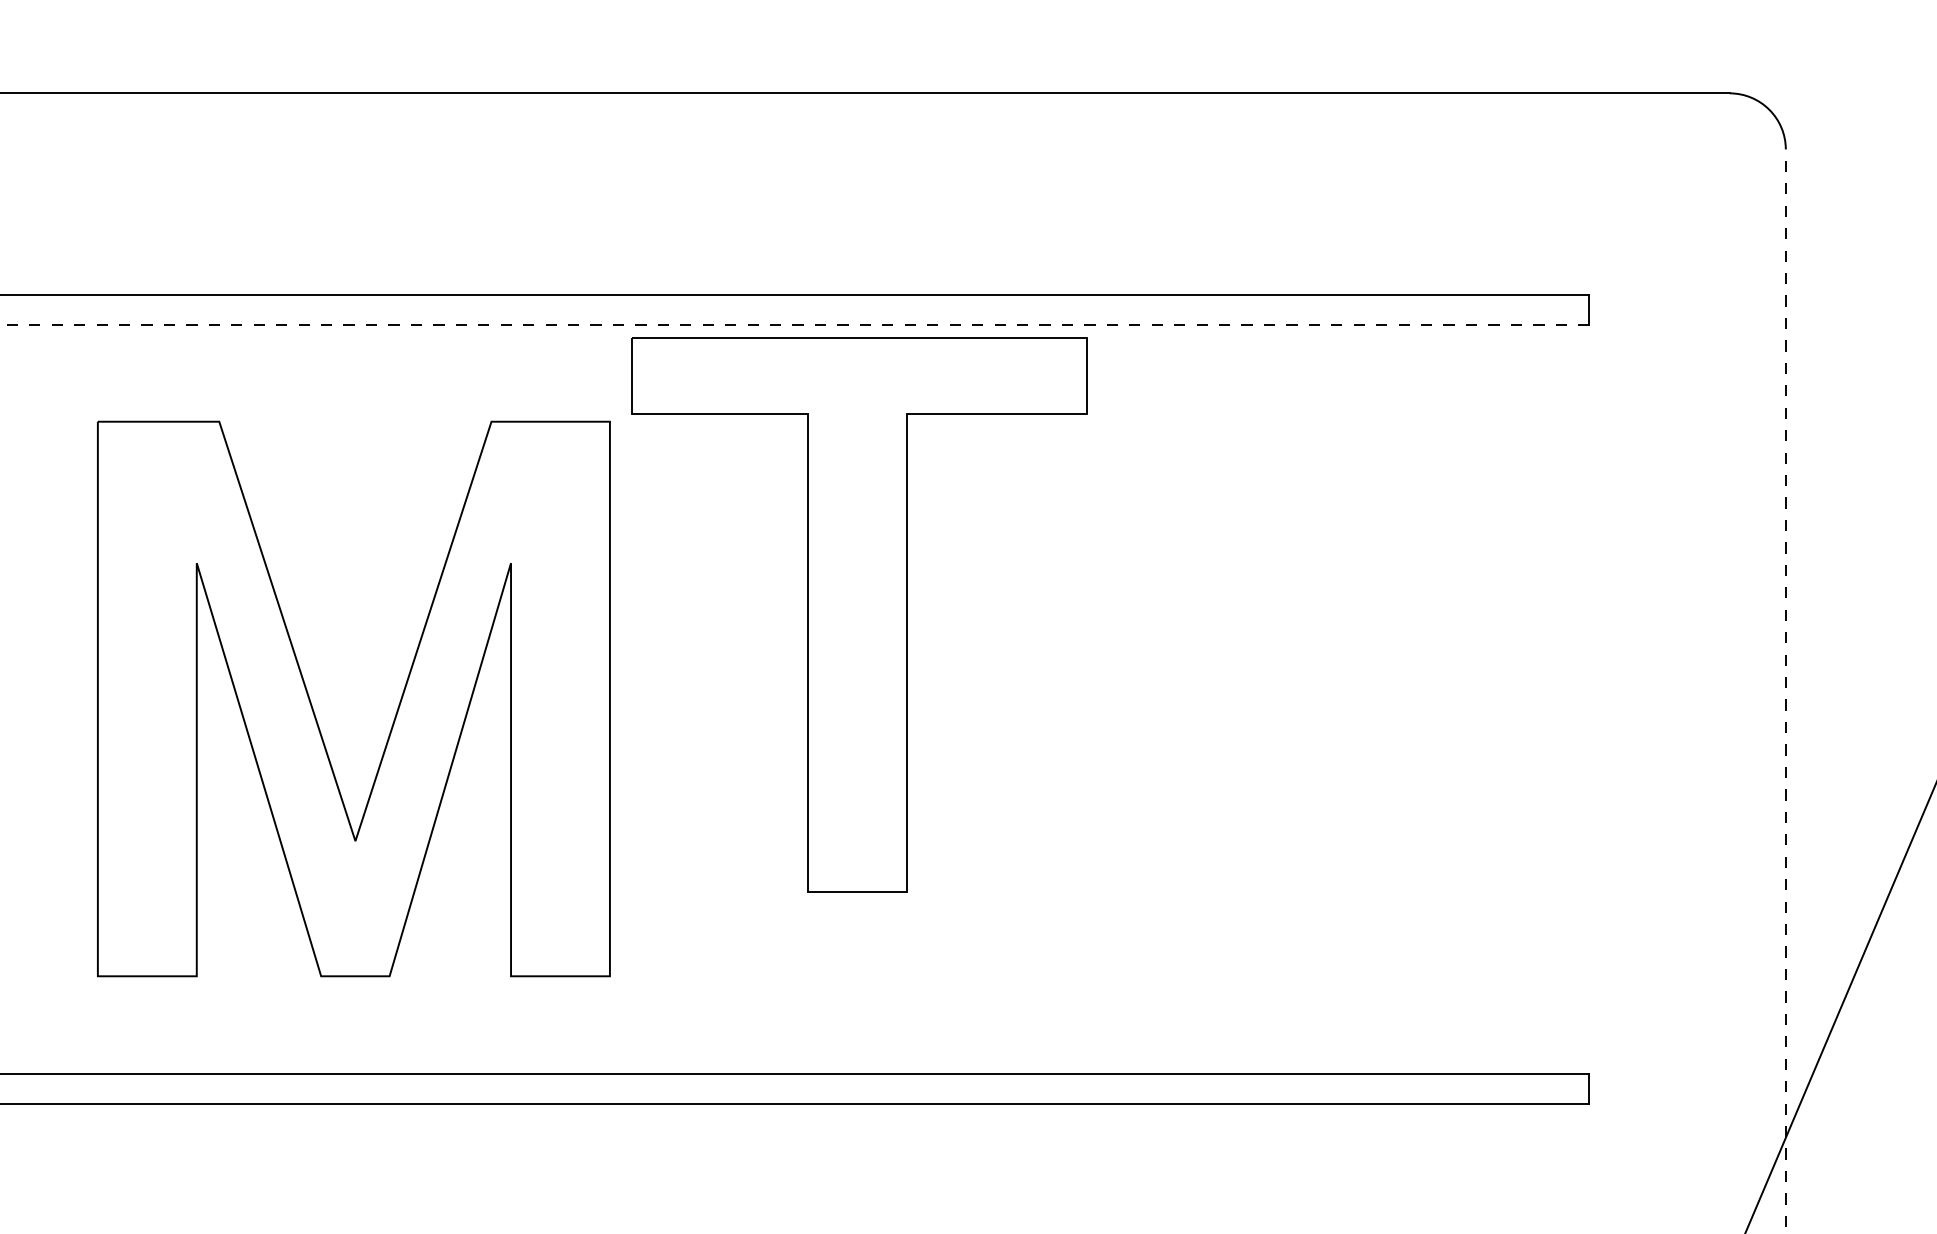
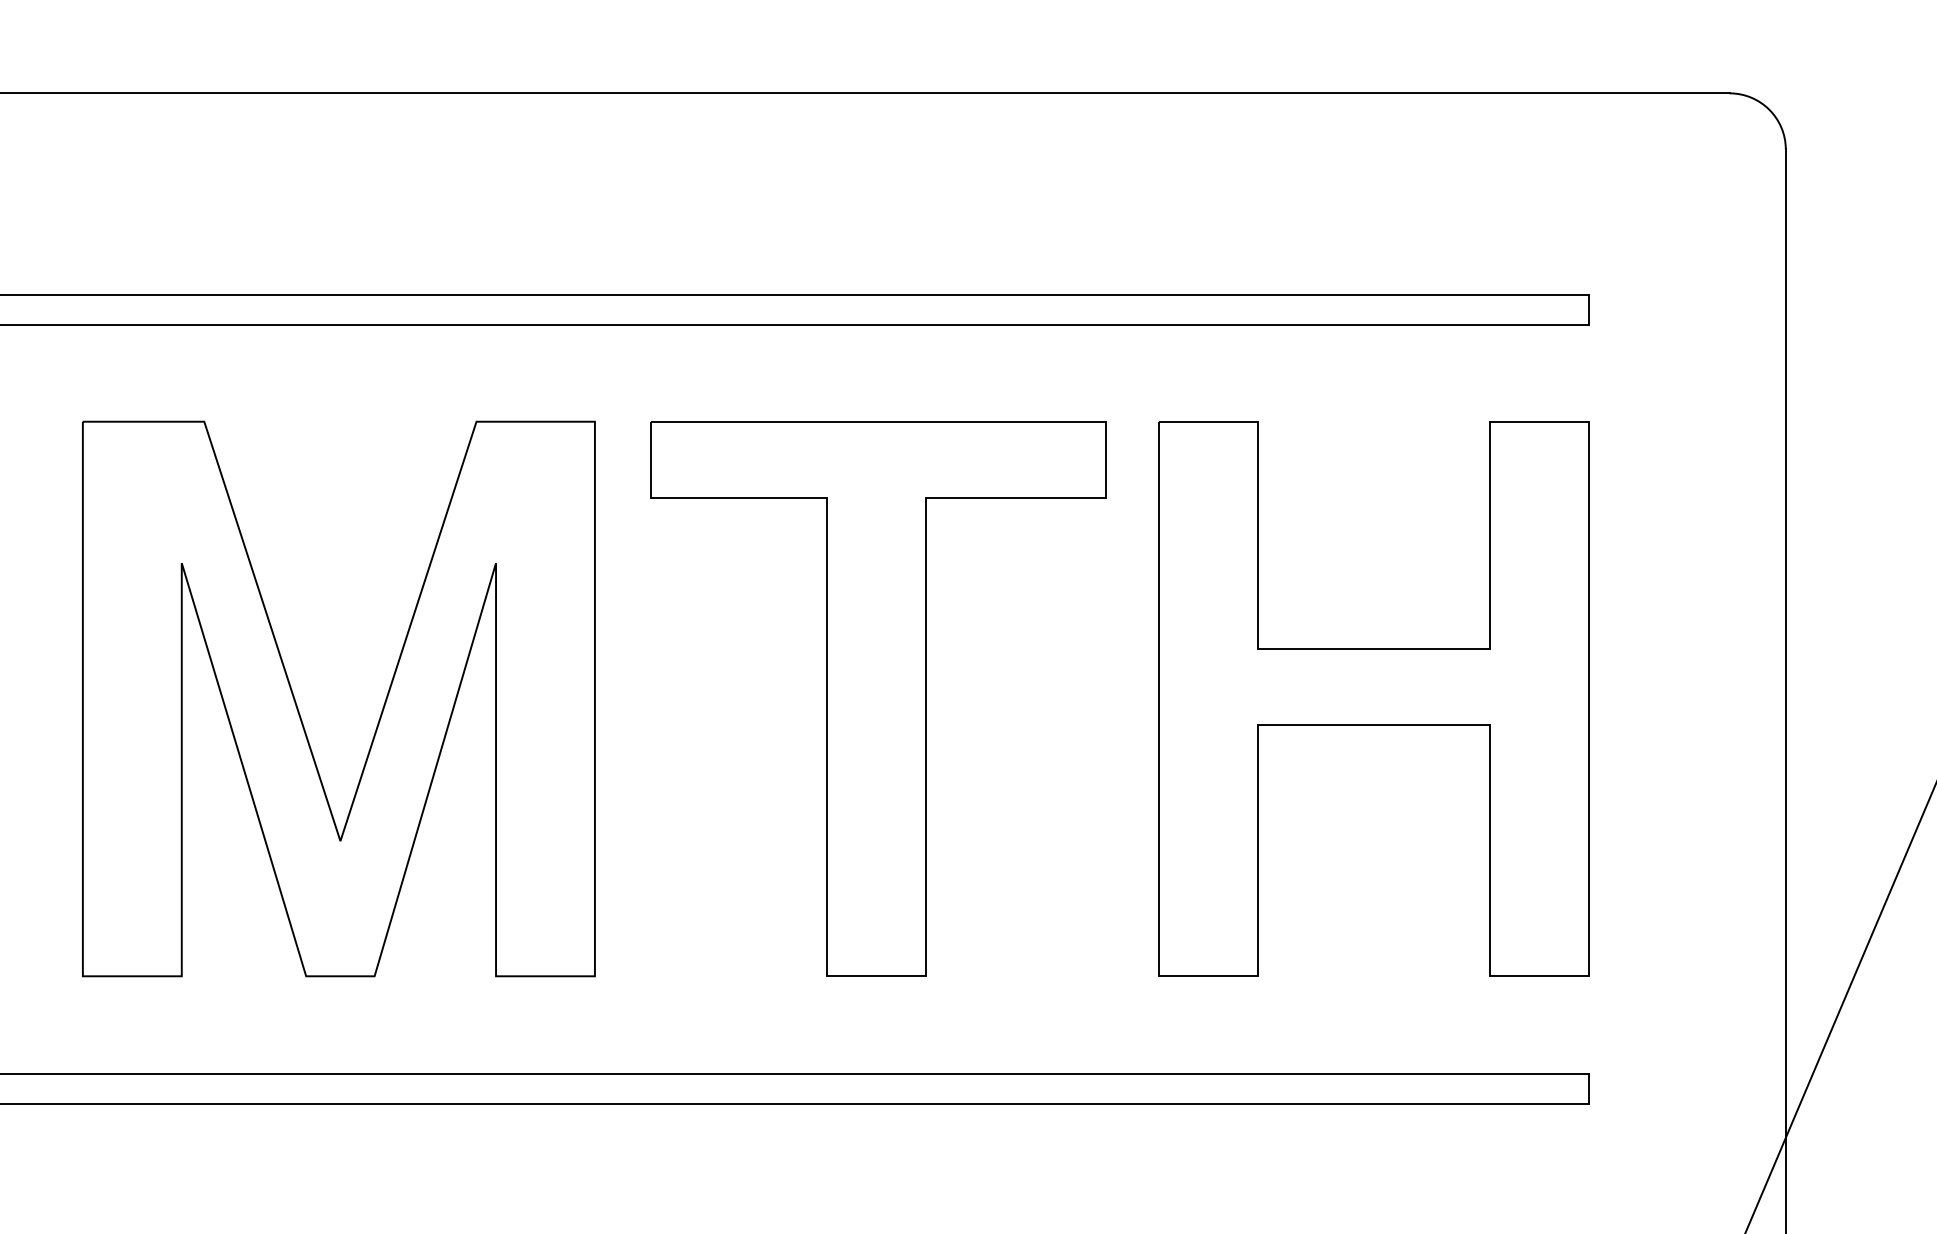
line at (794, 324): dashed -> solid
part at (859, 614) position: (859, 614) -> (878, 698)
line at (1785, 691): dashed -> solid
part at (1373, 698): none -> present
part at (314, 711) position: (314, 711) -> (299, 711)
